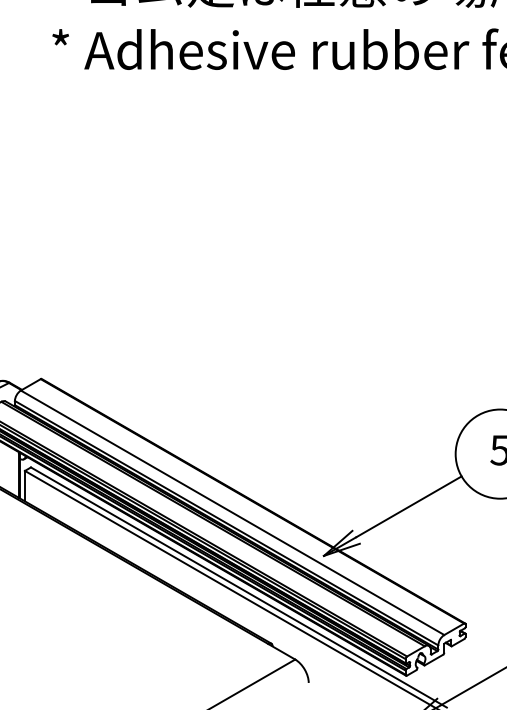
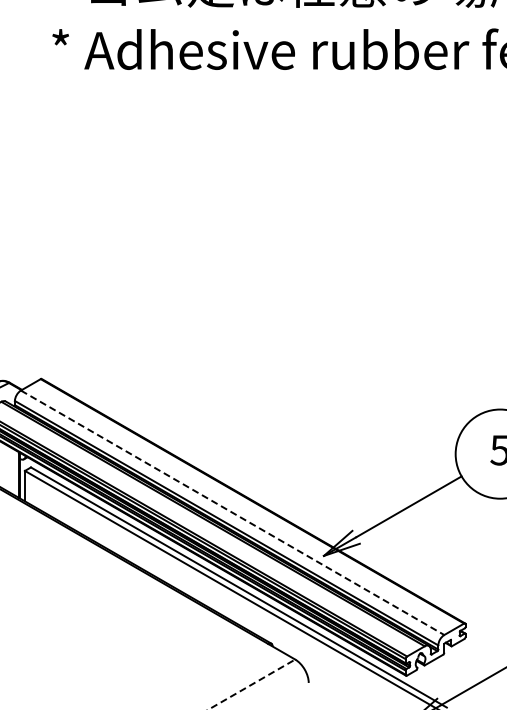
line at (233, 513): solid -> dashed
line at (252, 684): solid -> dashed
